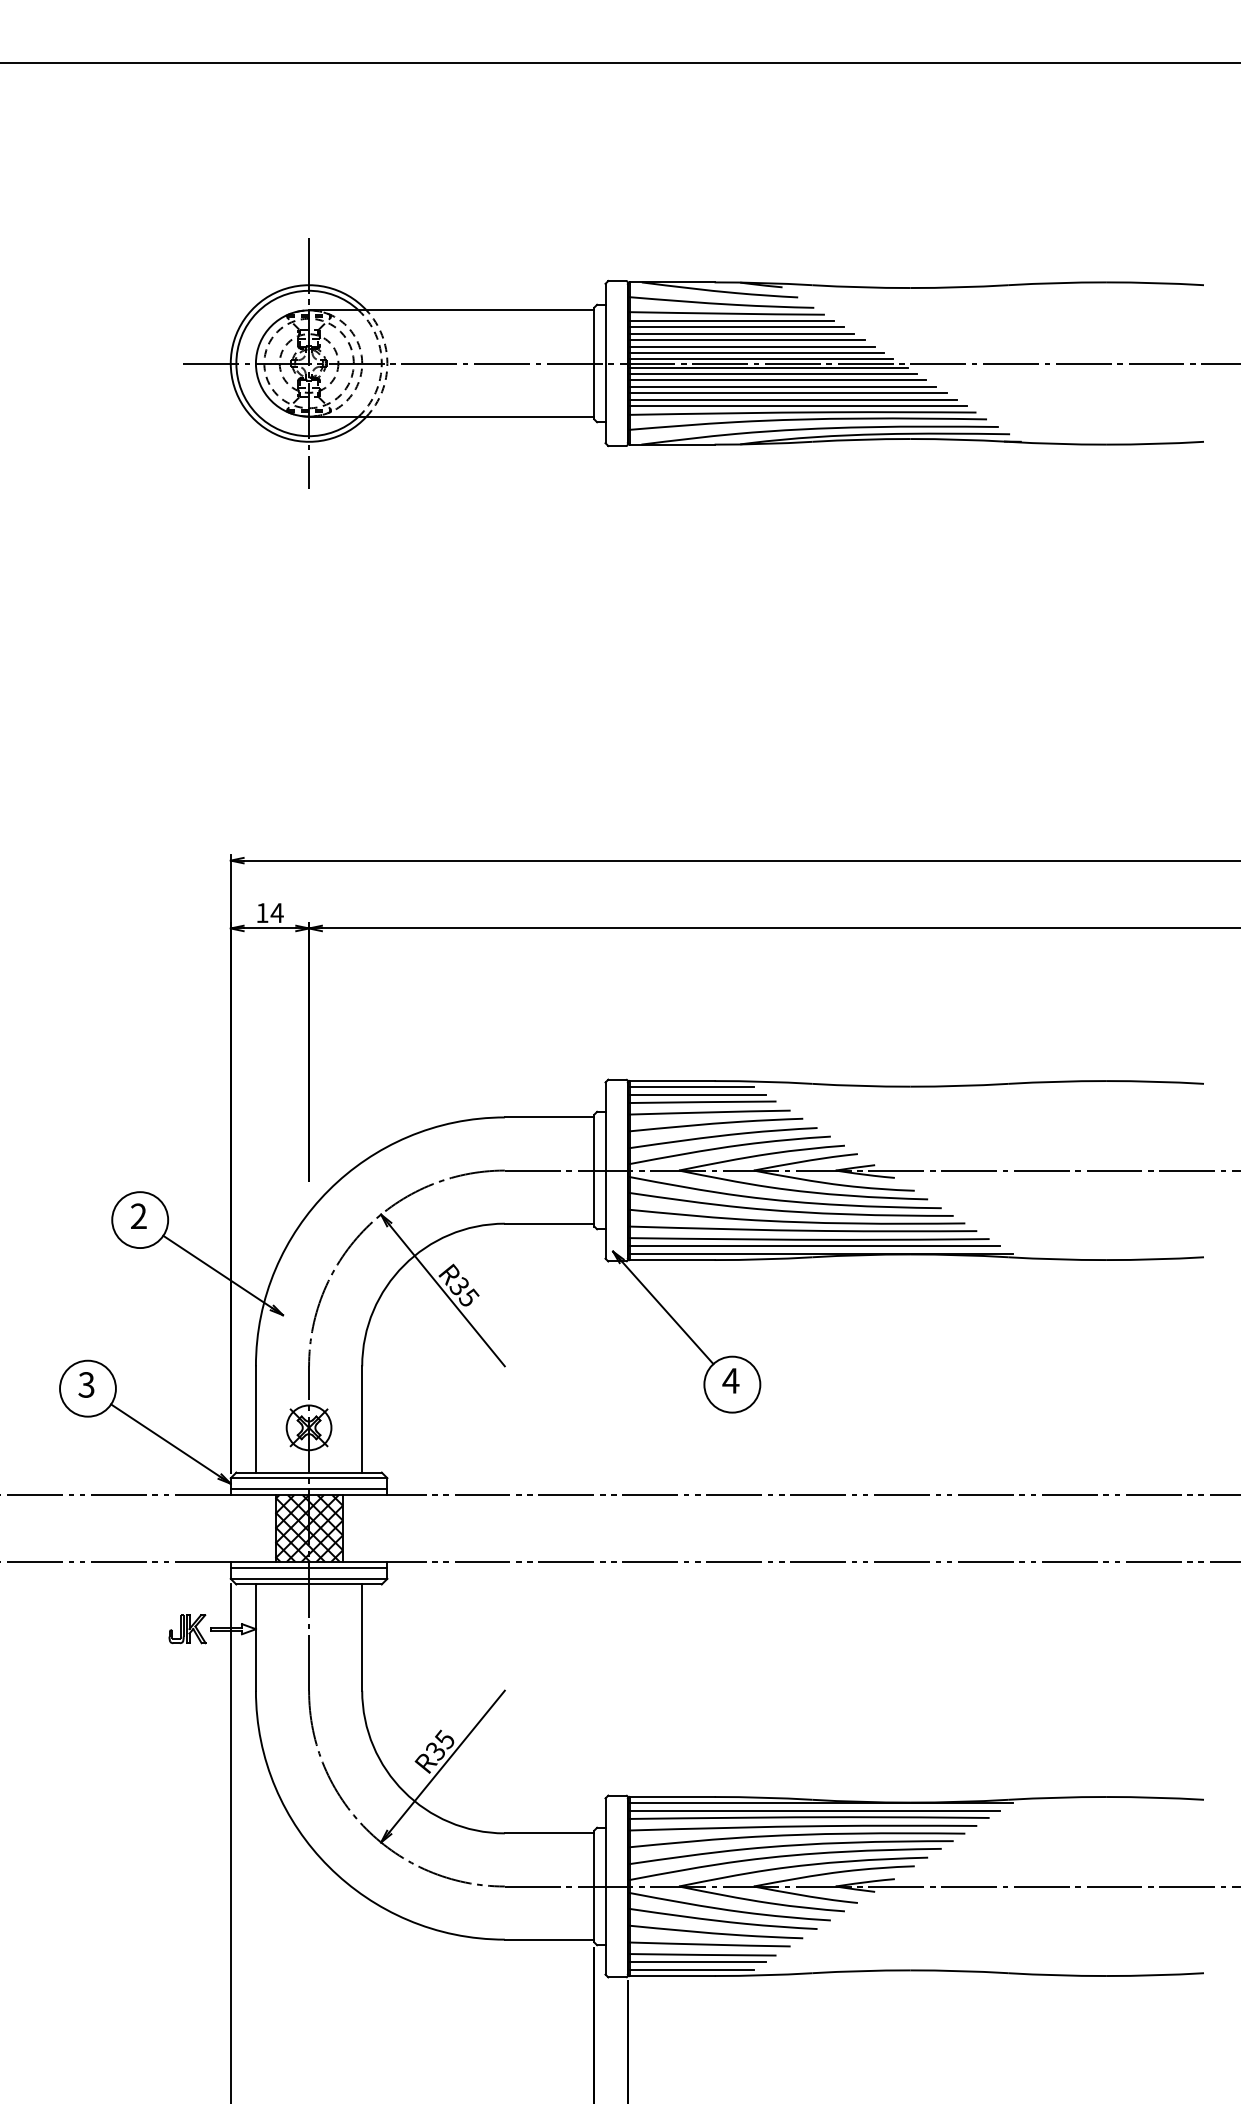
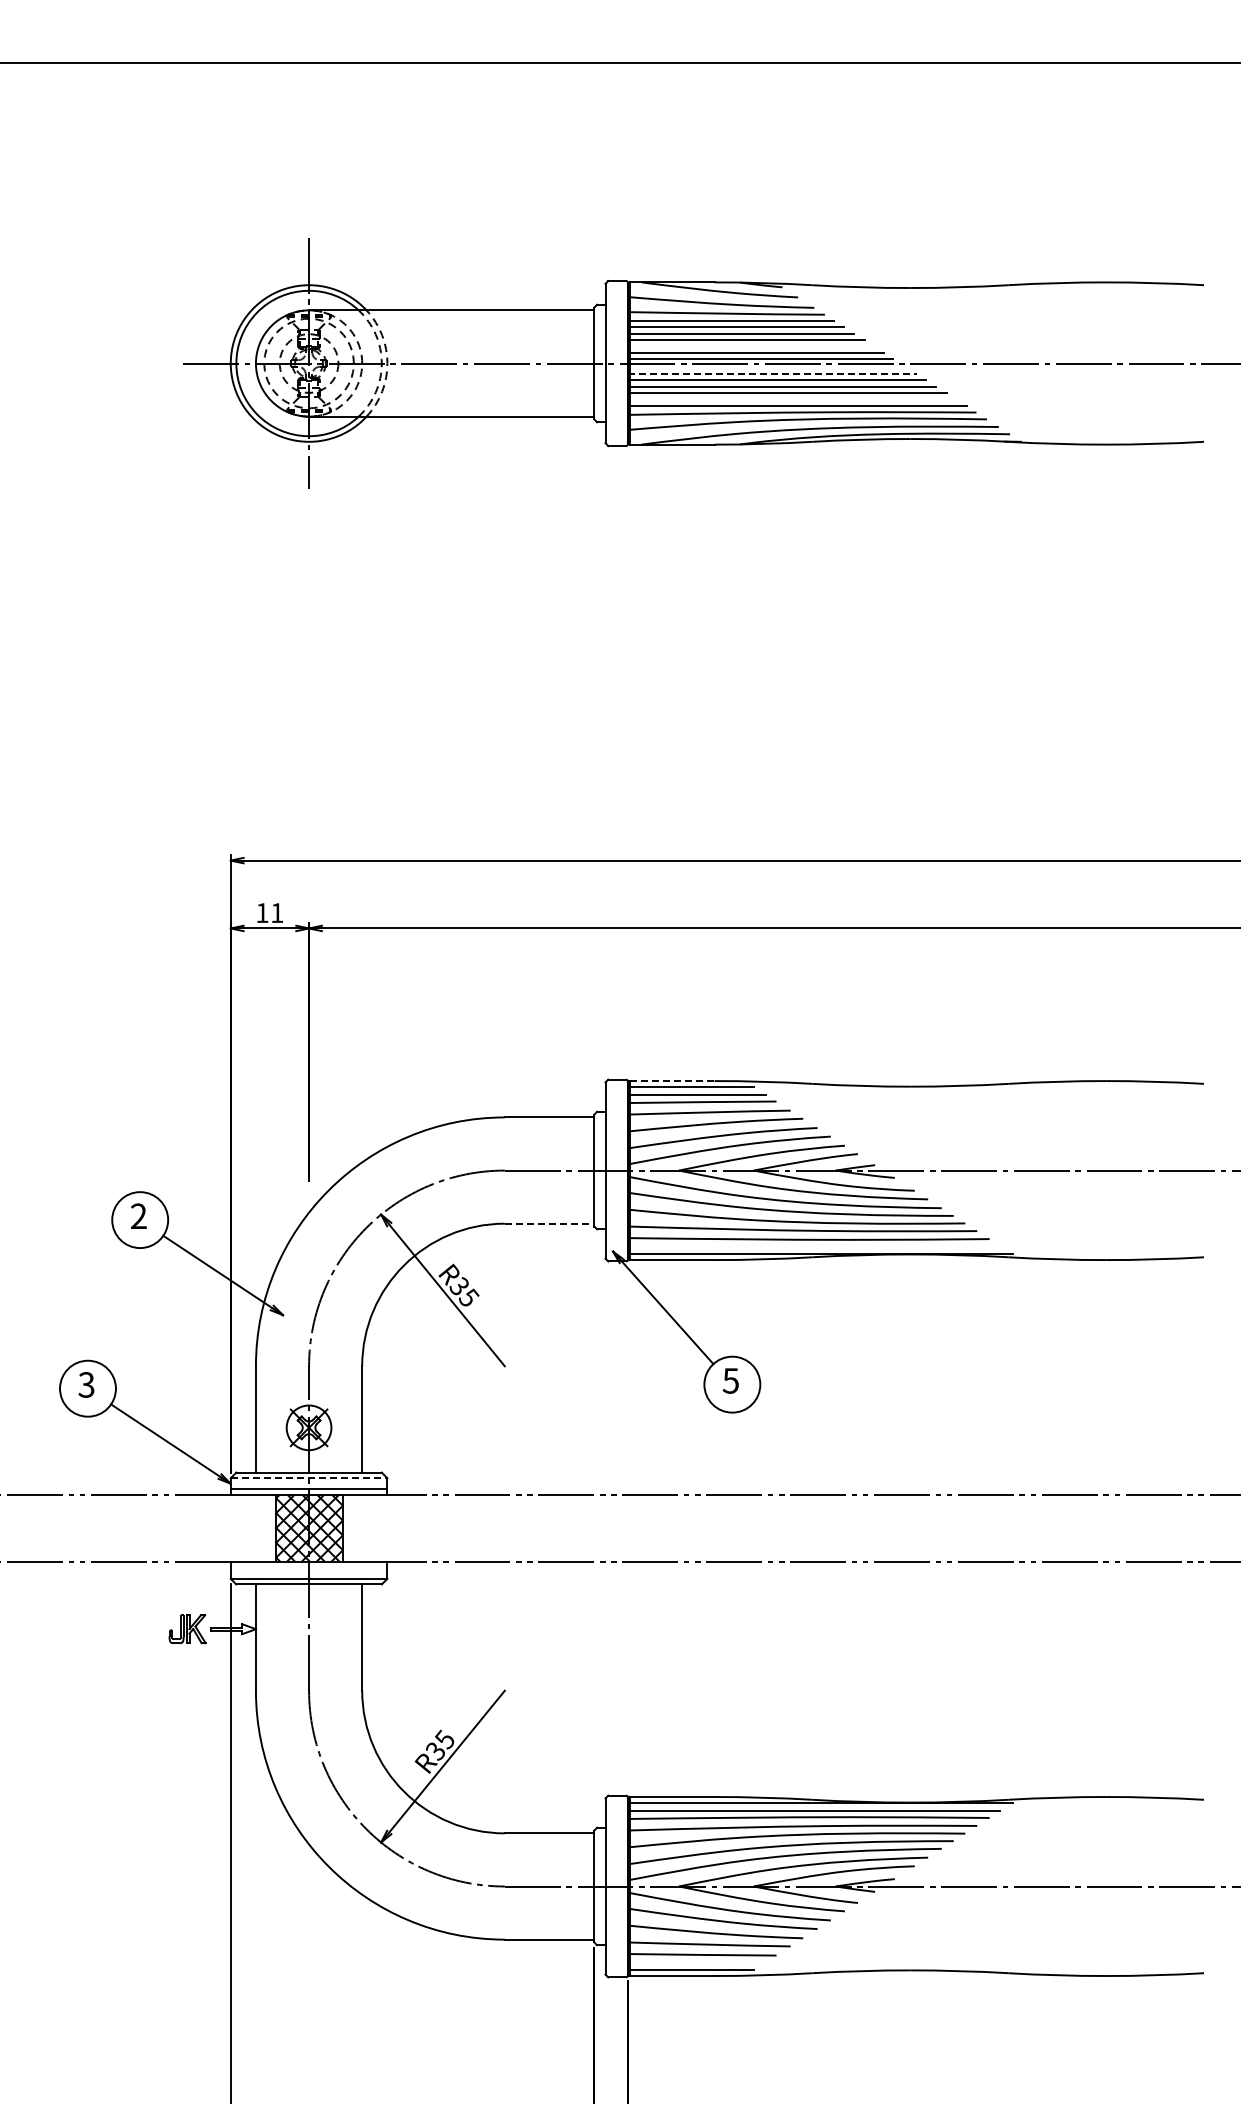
line at (750, 346): present -> none
line at (767, 368): present -> none
line at (772, 374): solid -> dashed
line at (791, 399): present -> none
text at (276, 912): 14 -> 11
line at (672, 1081): solid -> dashed
line at (549, 1223): solid -> dashed
line at (813, 1246): present -> none
text at (730, 1380): 4 -> 5
line at (309, 1478): solid -> dashed
line at (308, 1567): present -> none
line at (696, 1962): present -> none
